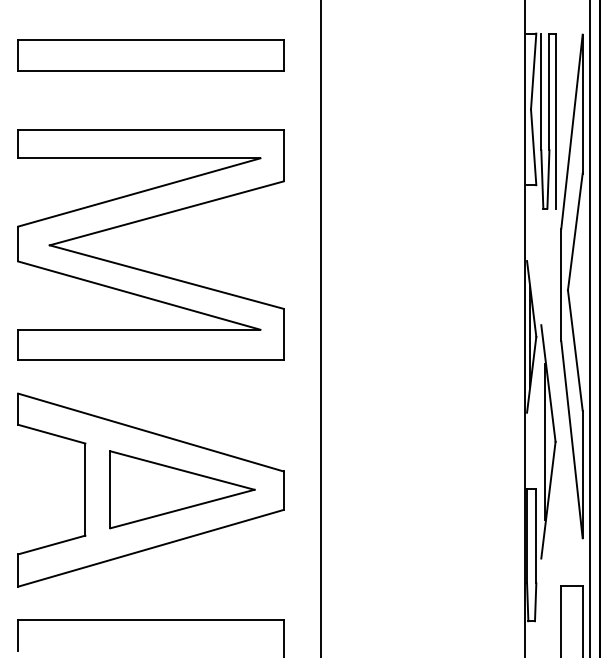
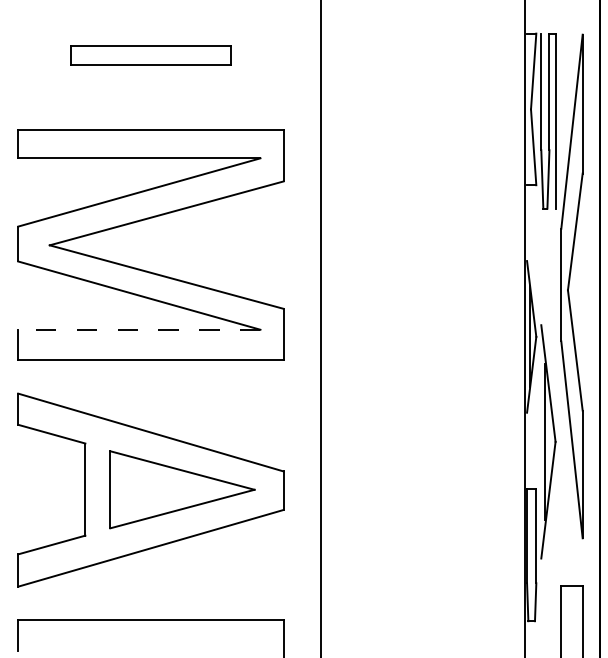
part at (150, 55) size: 268x33 px -> 162x21 px
line at (589, 328): present -> none
line at (138, 329): solid -> dashed
